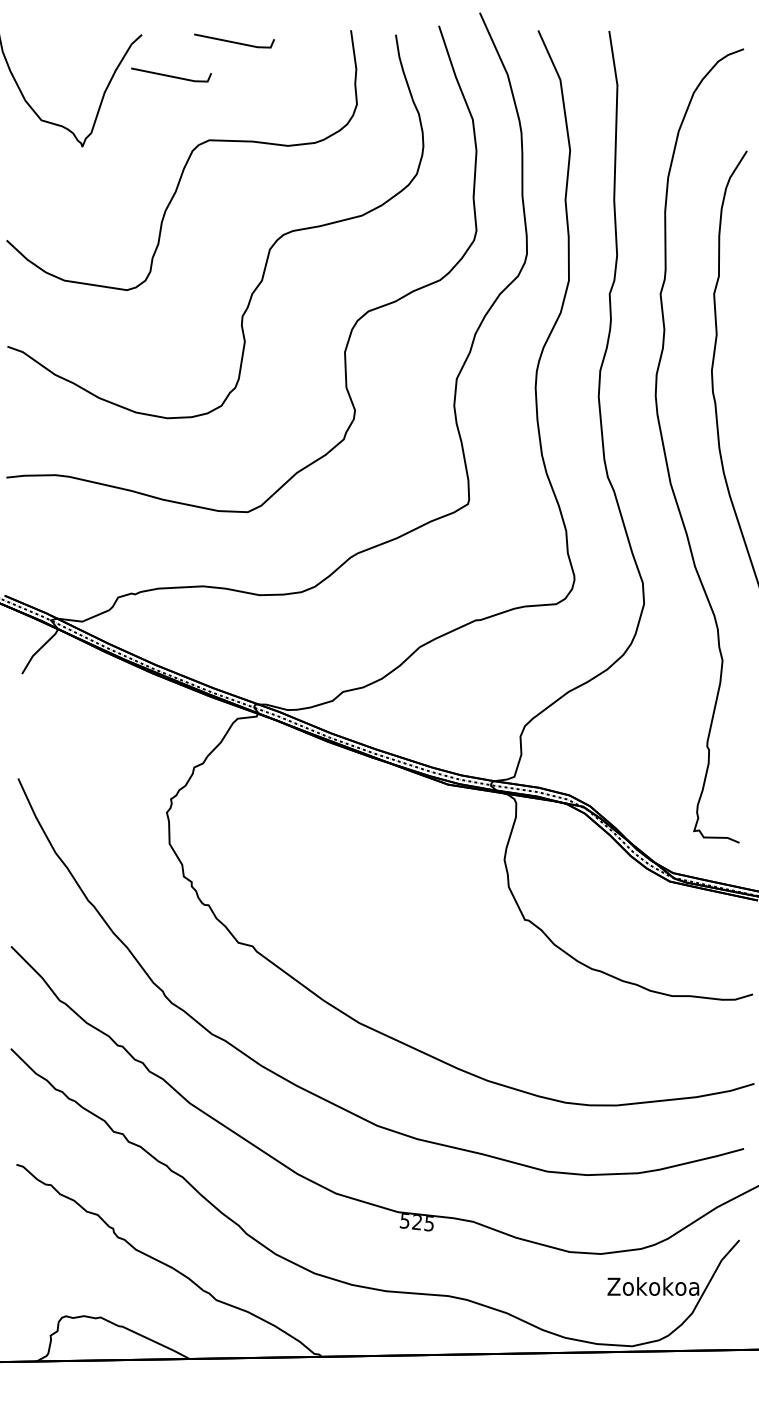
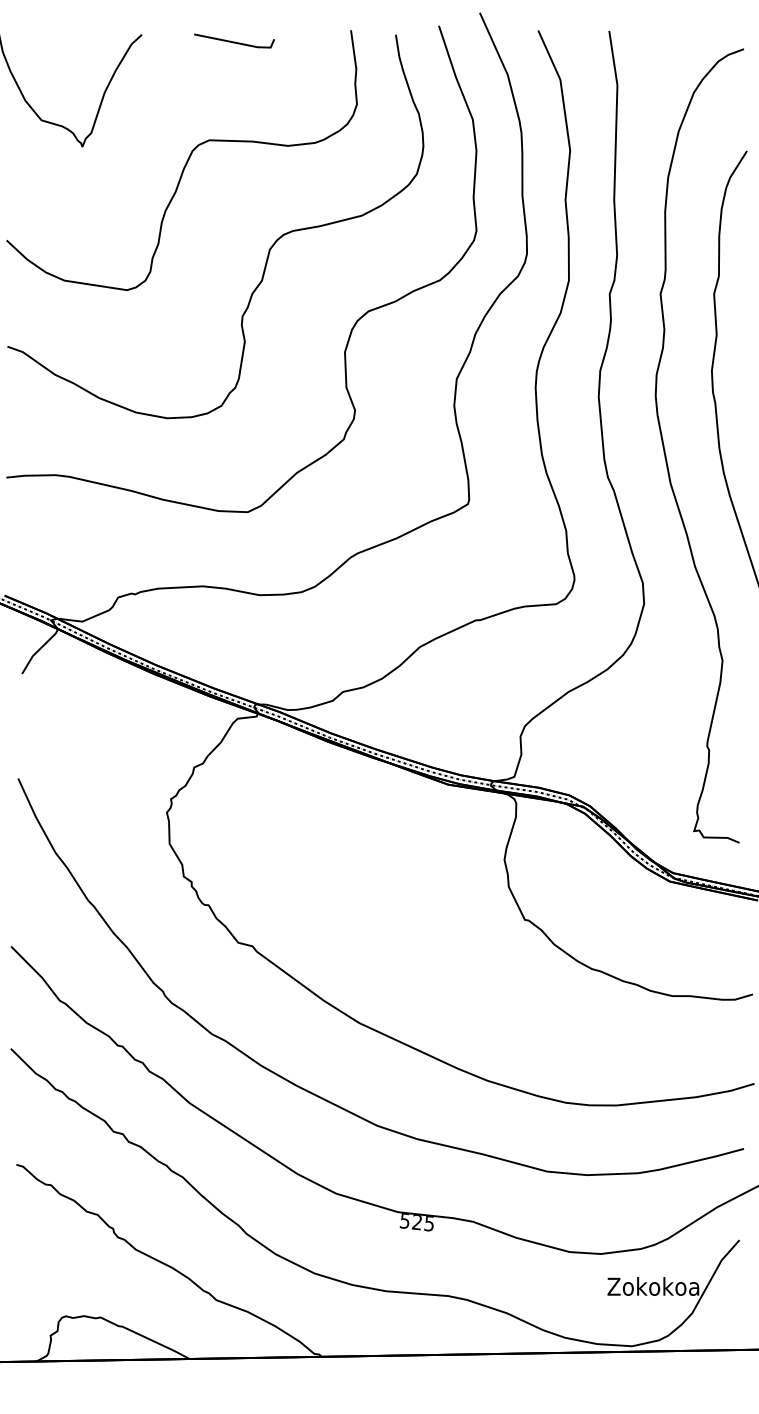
line at (171, 75): present -> none
